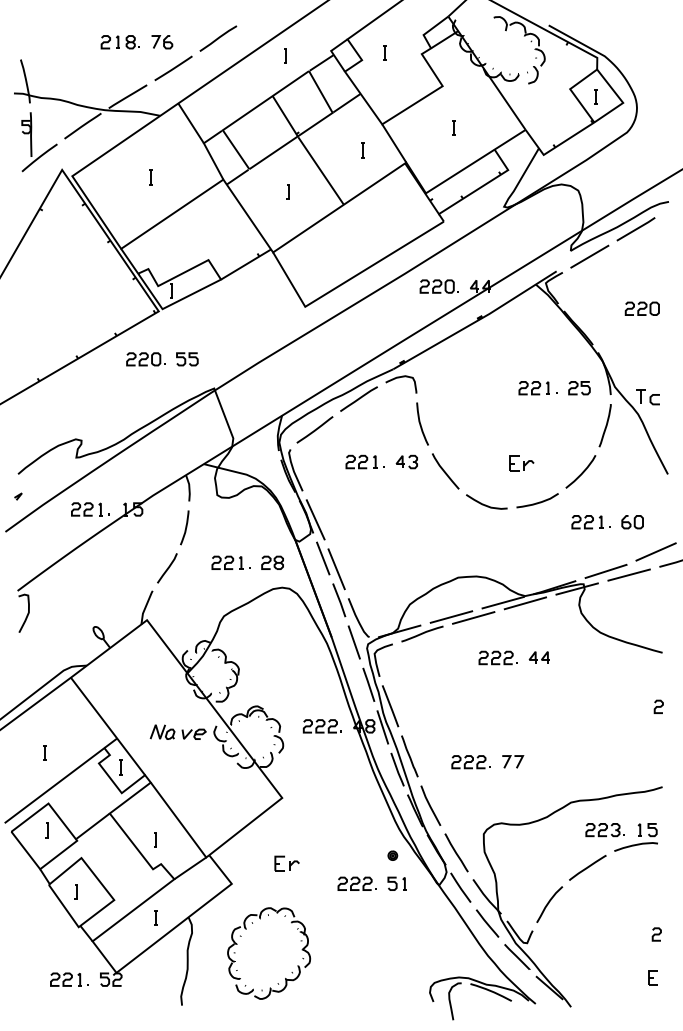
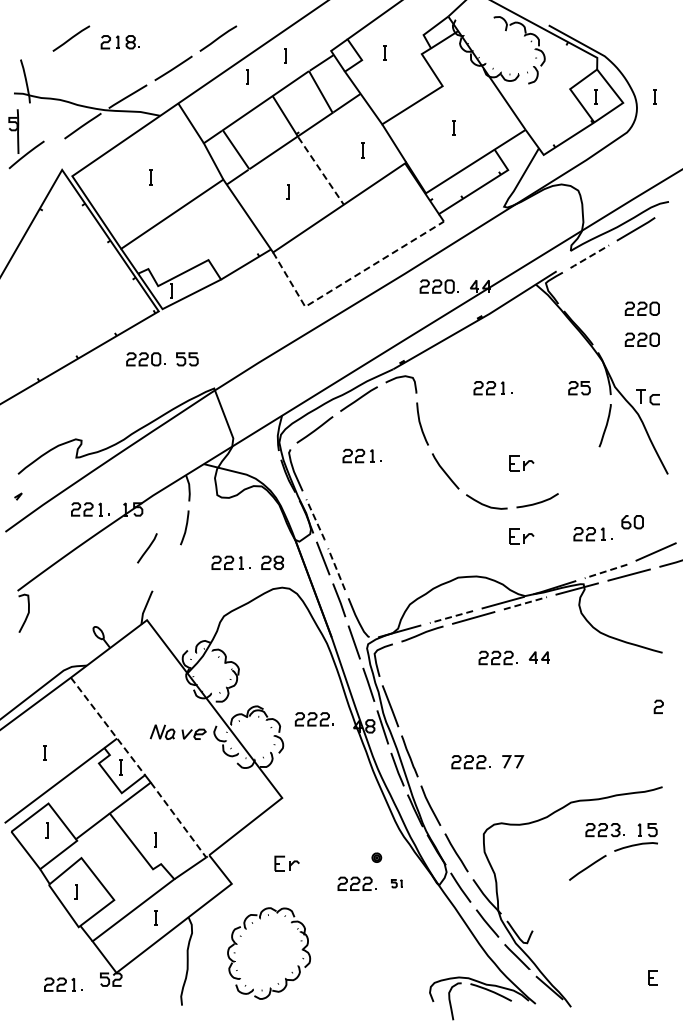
line at (71, 38): none -> present
part at (162, 42): present -> none
line at (247, 76): none -> present
line at (654, 96): none -> present
part at (32, 142) position: (32, 142) -> (19, 139)
line at (321, 171): solid -> dashed
line at (589, 256): solid -> dashed
line at (346, 281): solid -> dashed
part at (641, 339): none -> present
part at (537, 388) position: (537, 388) -> (492, 388)
part at (364, 461) position: (364, 461) -> (361, 455)
part at (406, 461): present -> none
curve at (581, 472): present -> none
line at (315, 520): solid -> dashed
part at (590, 522) position: (590, 522) -> (592, 534)
part at (521, 536): none -> present
line at (167, 568) position: (167, 568) -> (147, 548)
line at (336, 568): solid -> dashed
line at (606, 571): solid -> dashed
line at (525, 603): solid -> dashed
line at (450, 617): solid -> dashed
line at (108, 726): solid -> dashed
part at (321, 726) position: (321, 726) -> (313, 719)
line at (180, 822): solid -> dashed
part at (392, 855) position: (392, 855) -> (376, 857)
part at (396, 883) size: 20x15 px -> 12x10 px
curve at (549, 903): present -> none
curve at (656, 934): present -> none
part at (69, 979) position: (69, 979) -> (63, 984)
